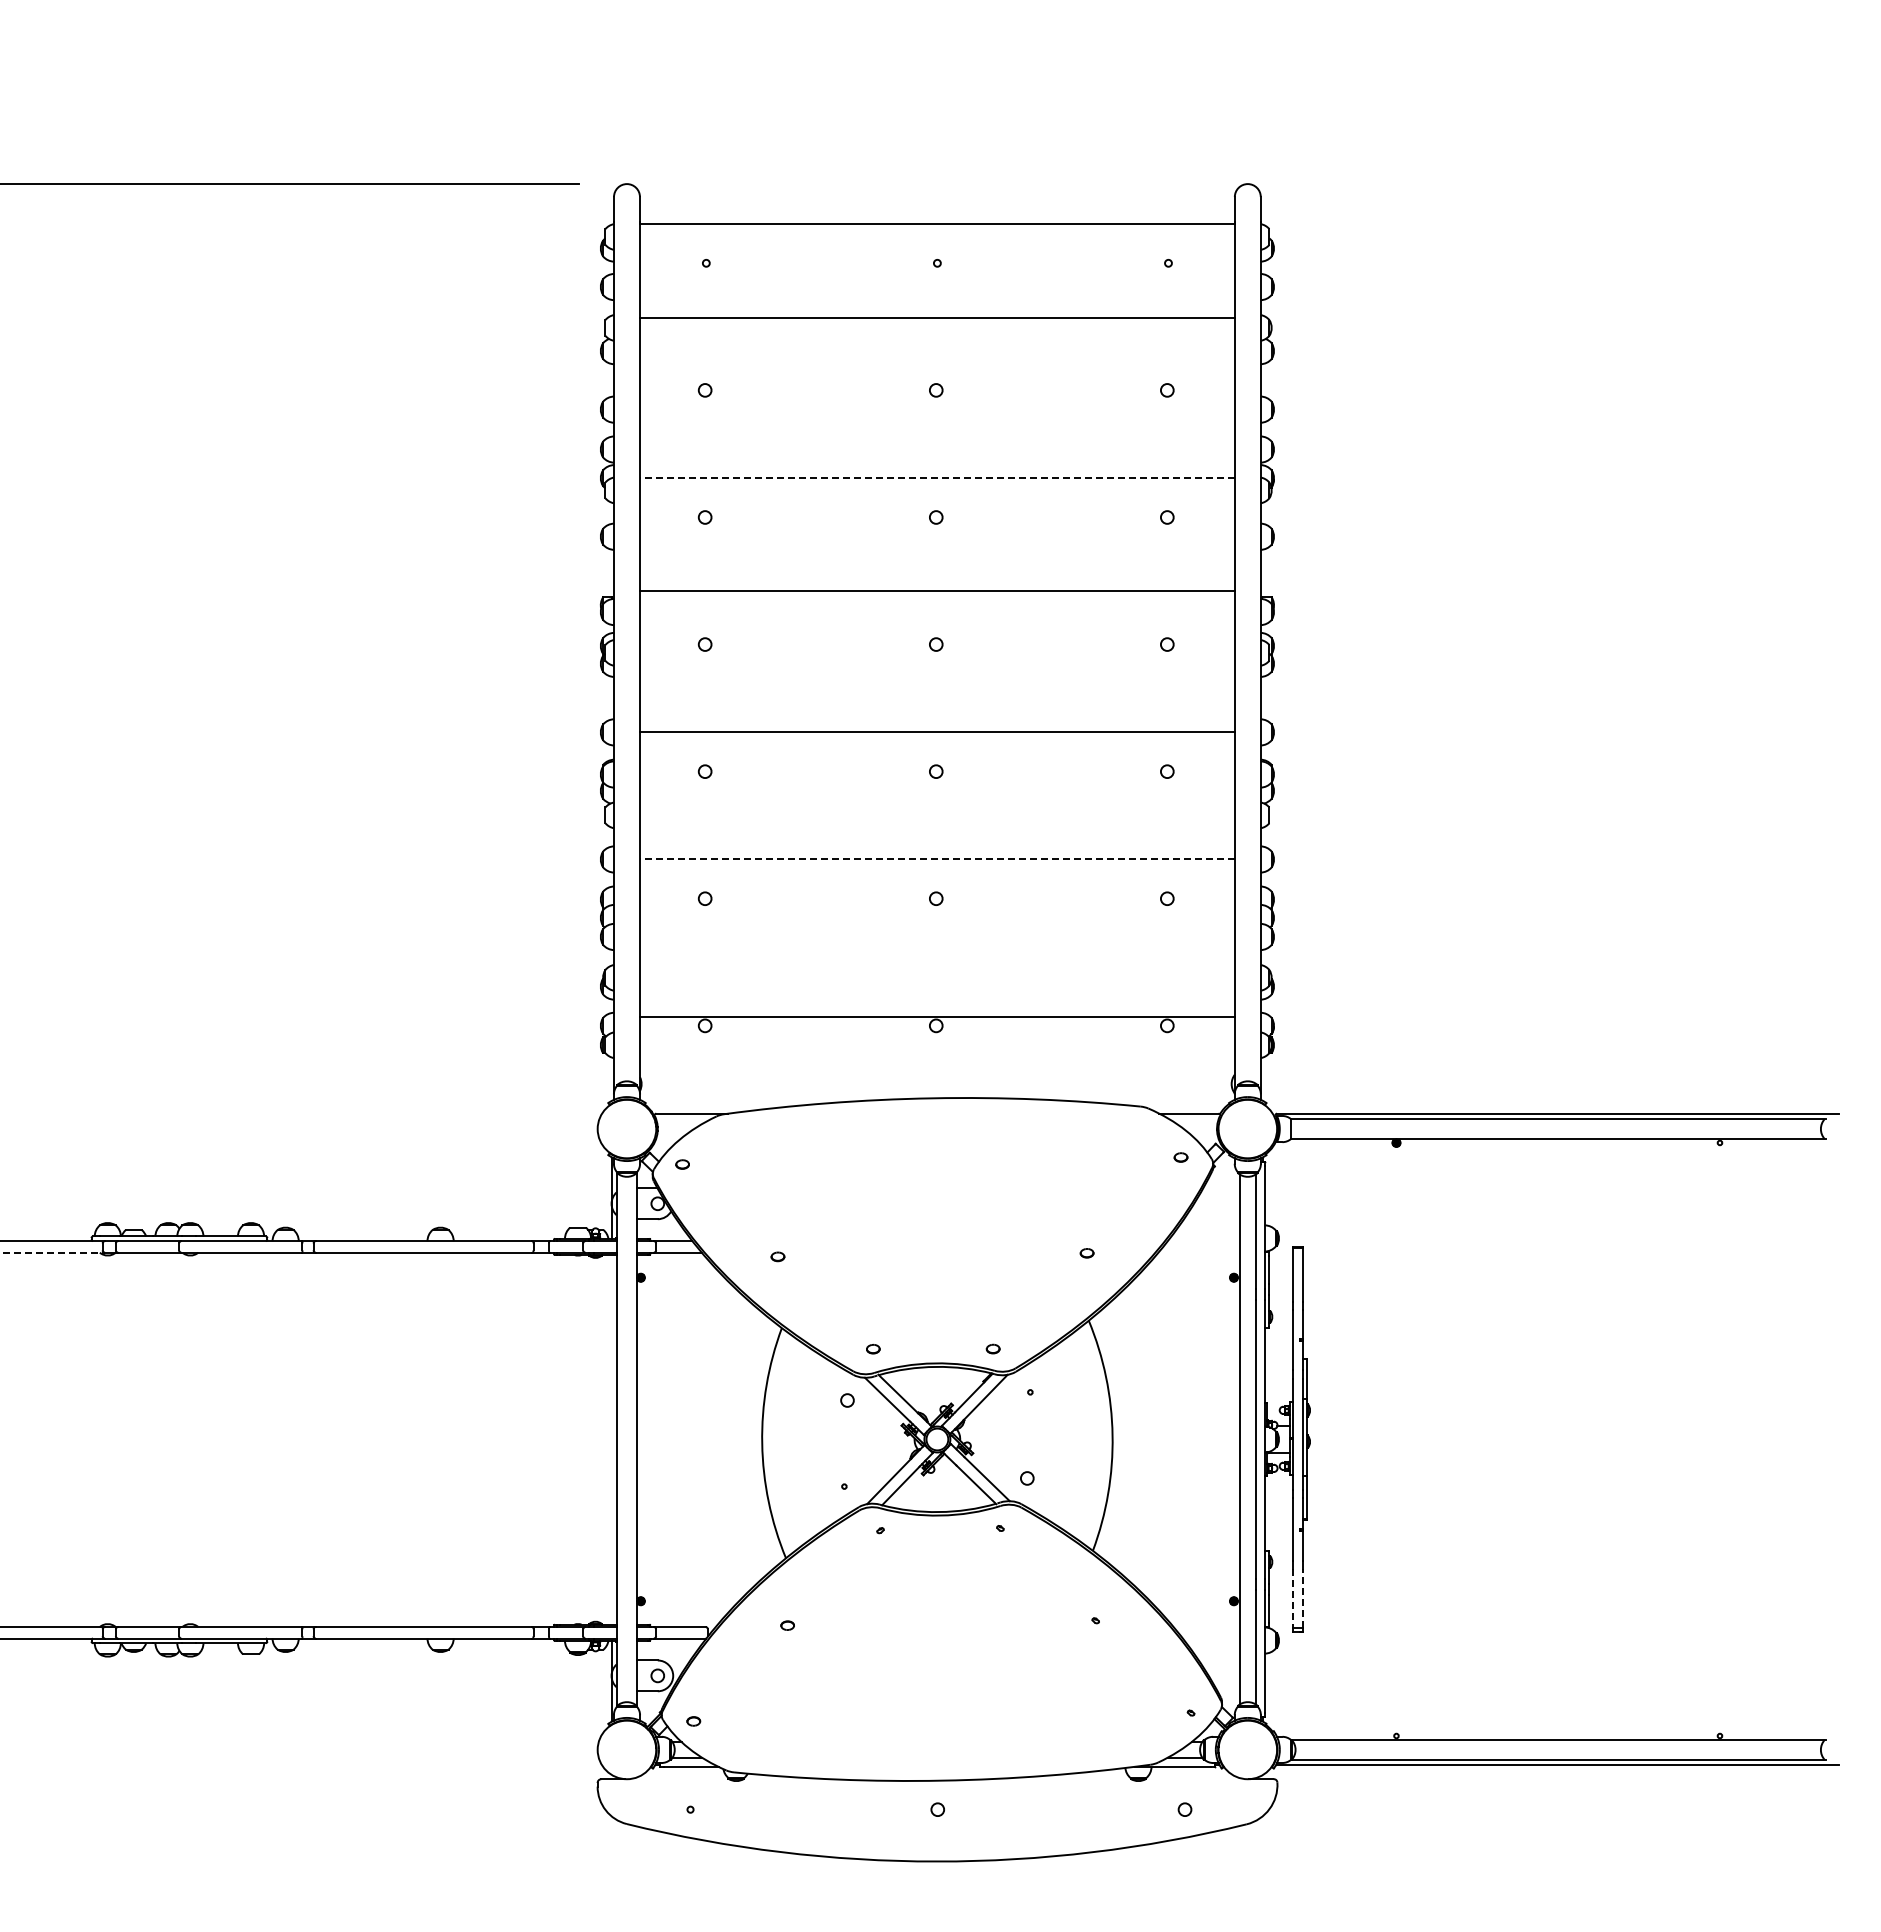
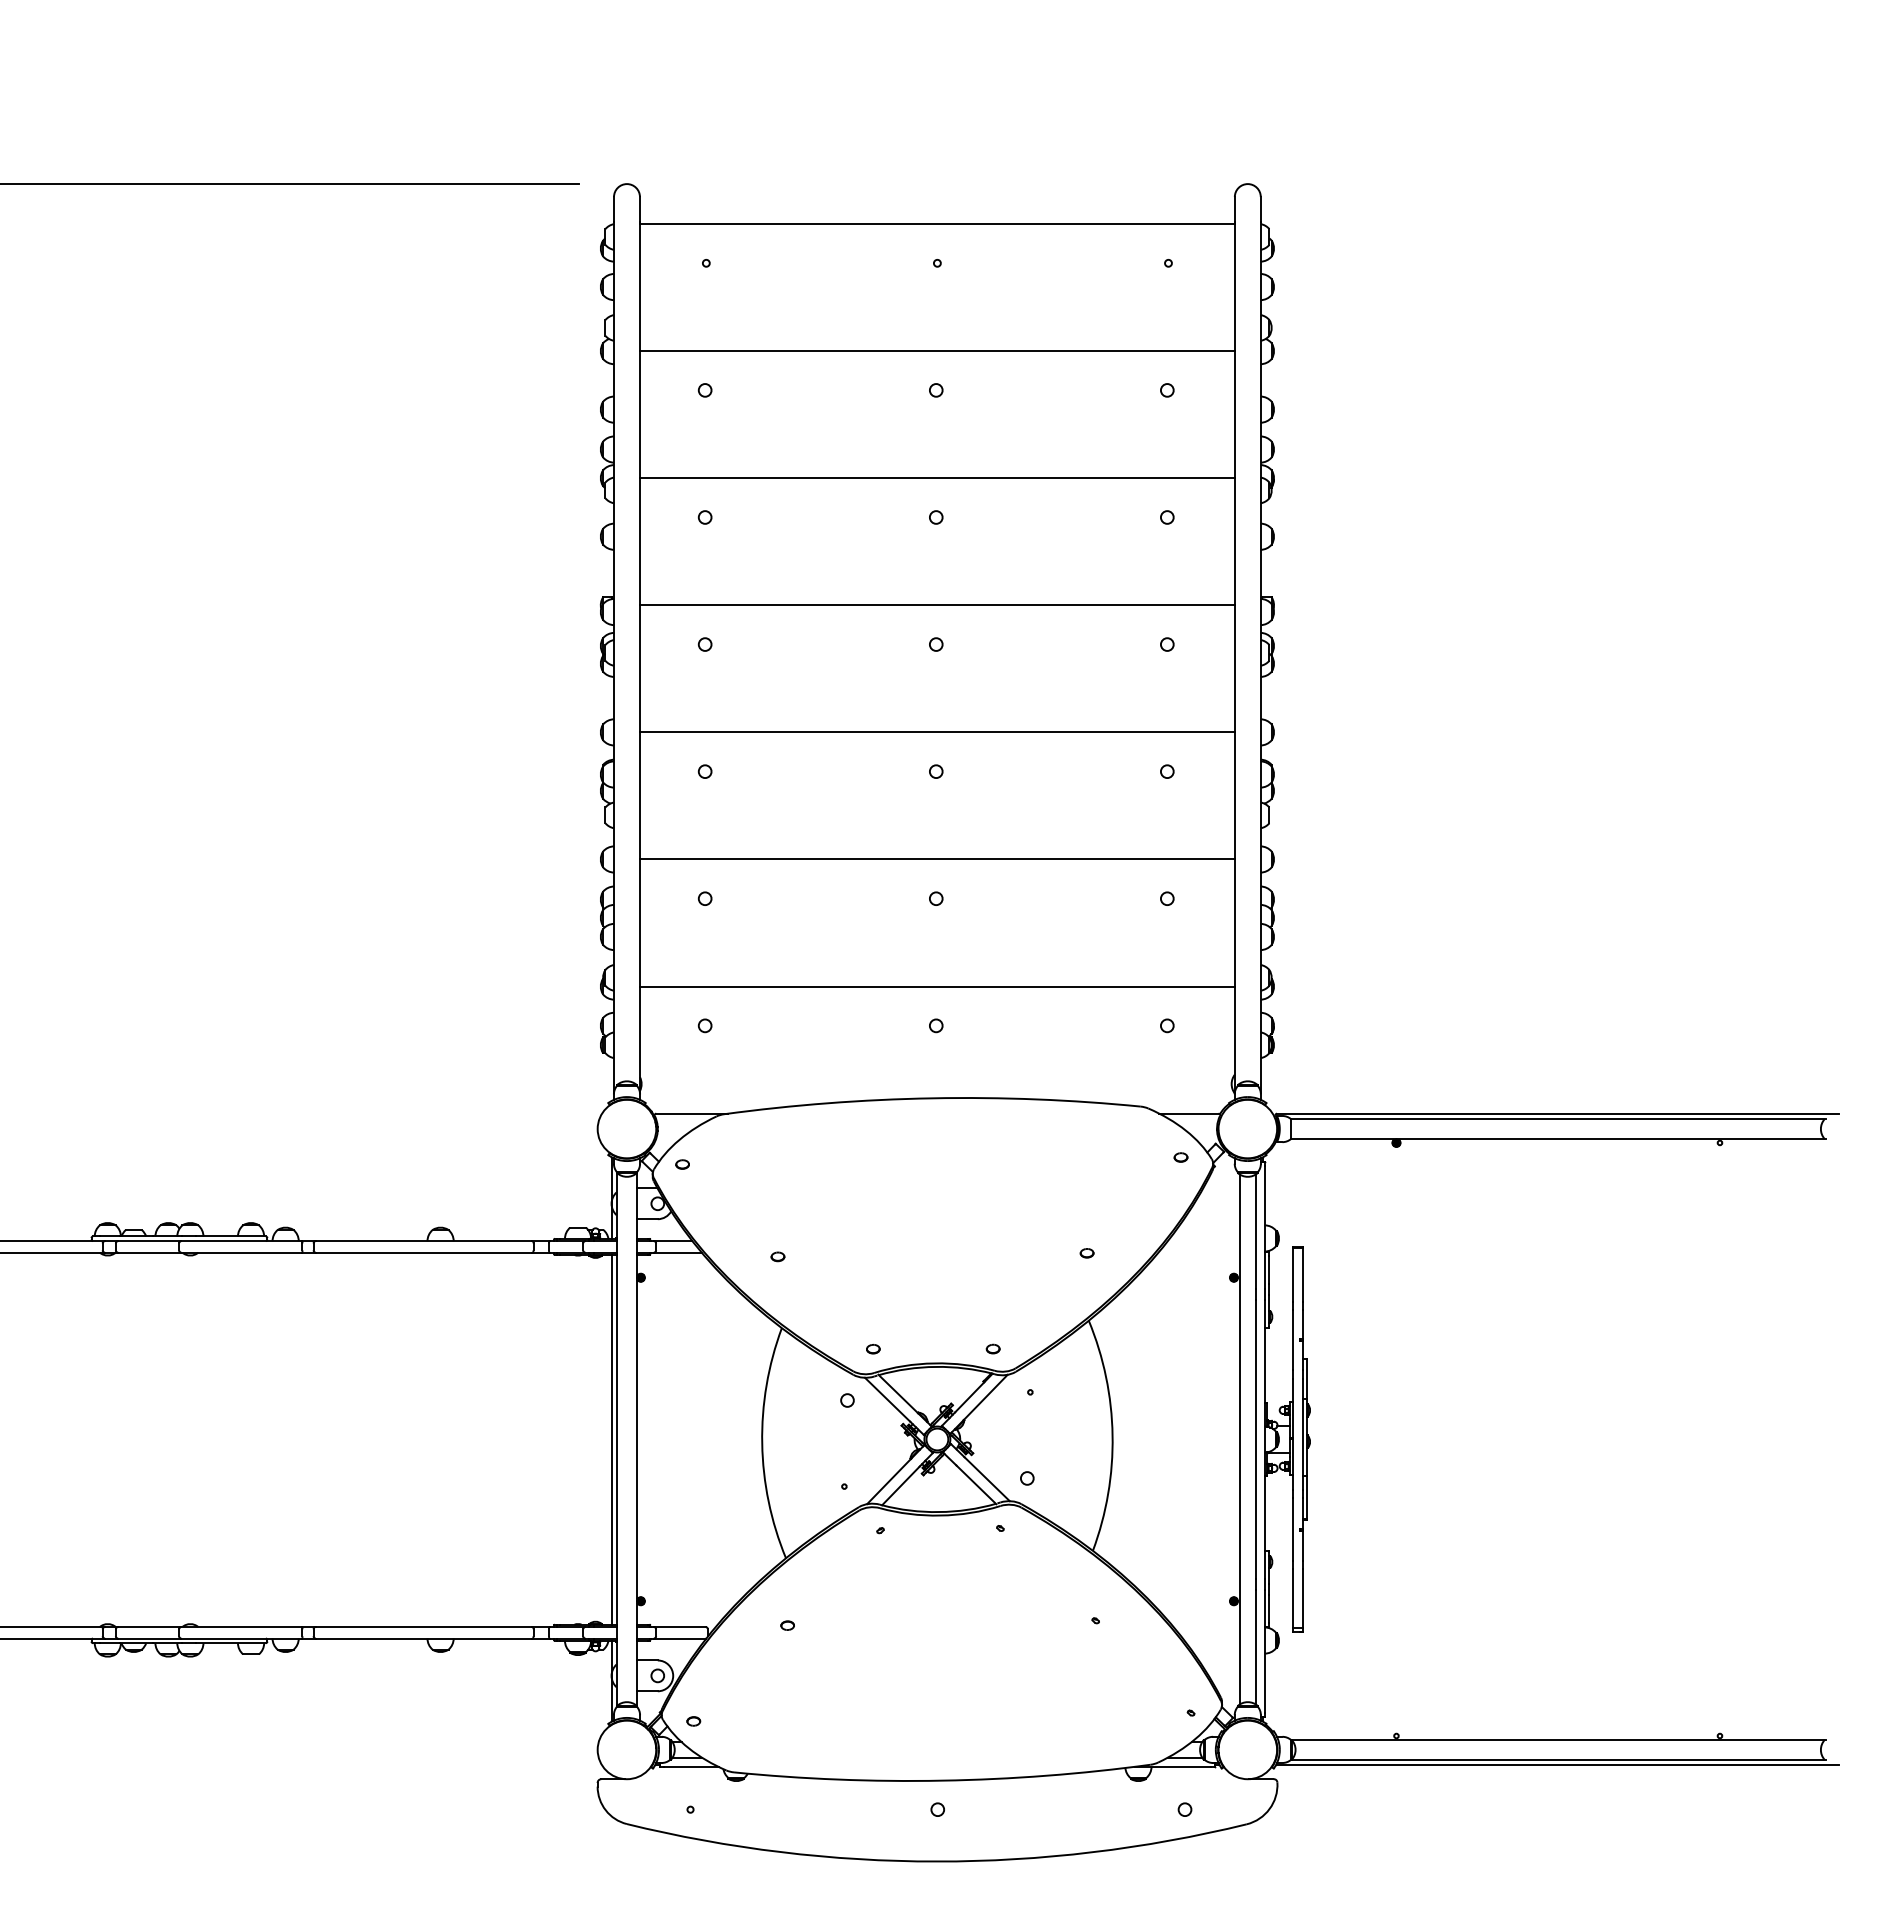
line at (936, 318) position: (936, 318) -> (936, 351)
line at (936, 478): dashed -> solid
line at (936, 591) position: (936, 591) -> (936, 605)
line at (936, 859): dashed -> solid
line at (936, 1016) position: (936, 1016) -> (936, 986)
line at (53, 1252): dashed -> solid
line at (611, 1439): none -> present
line at (1302, 1597): dashed -> solid
line at (1293, 1598): dashed -> solid
